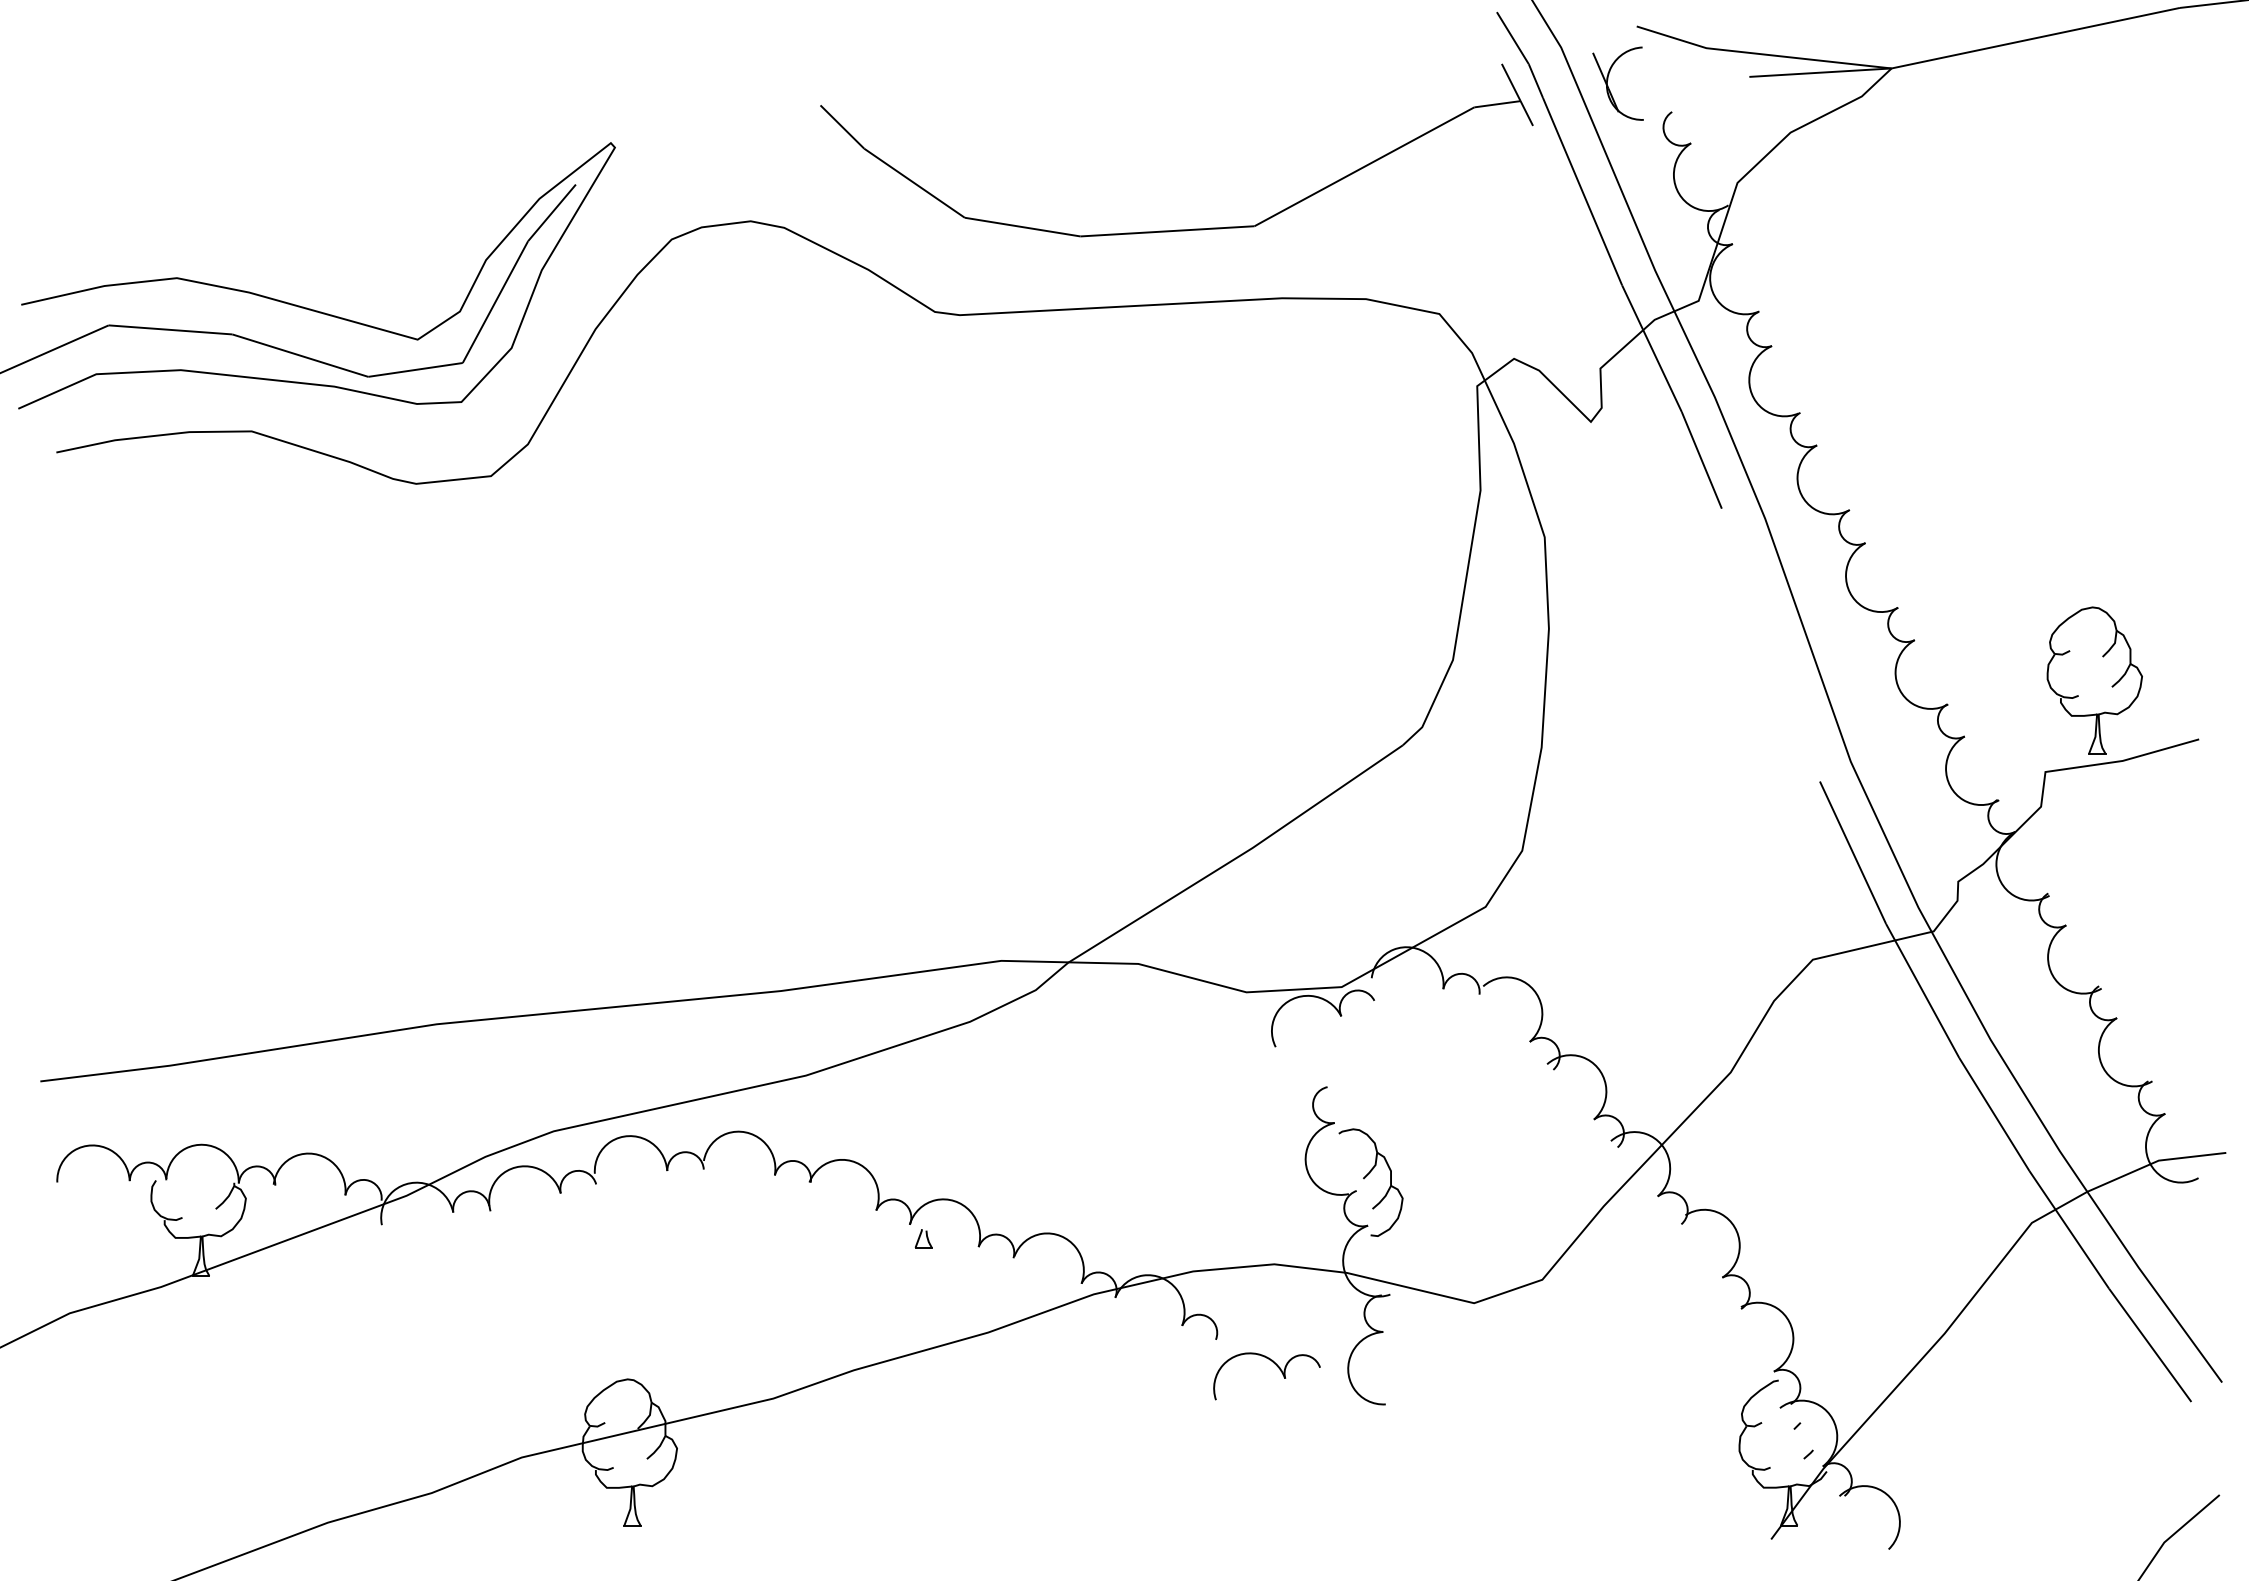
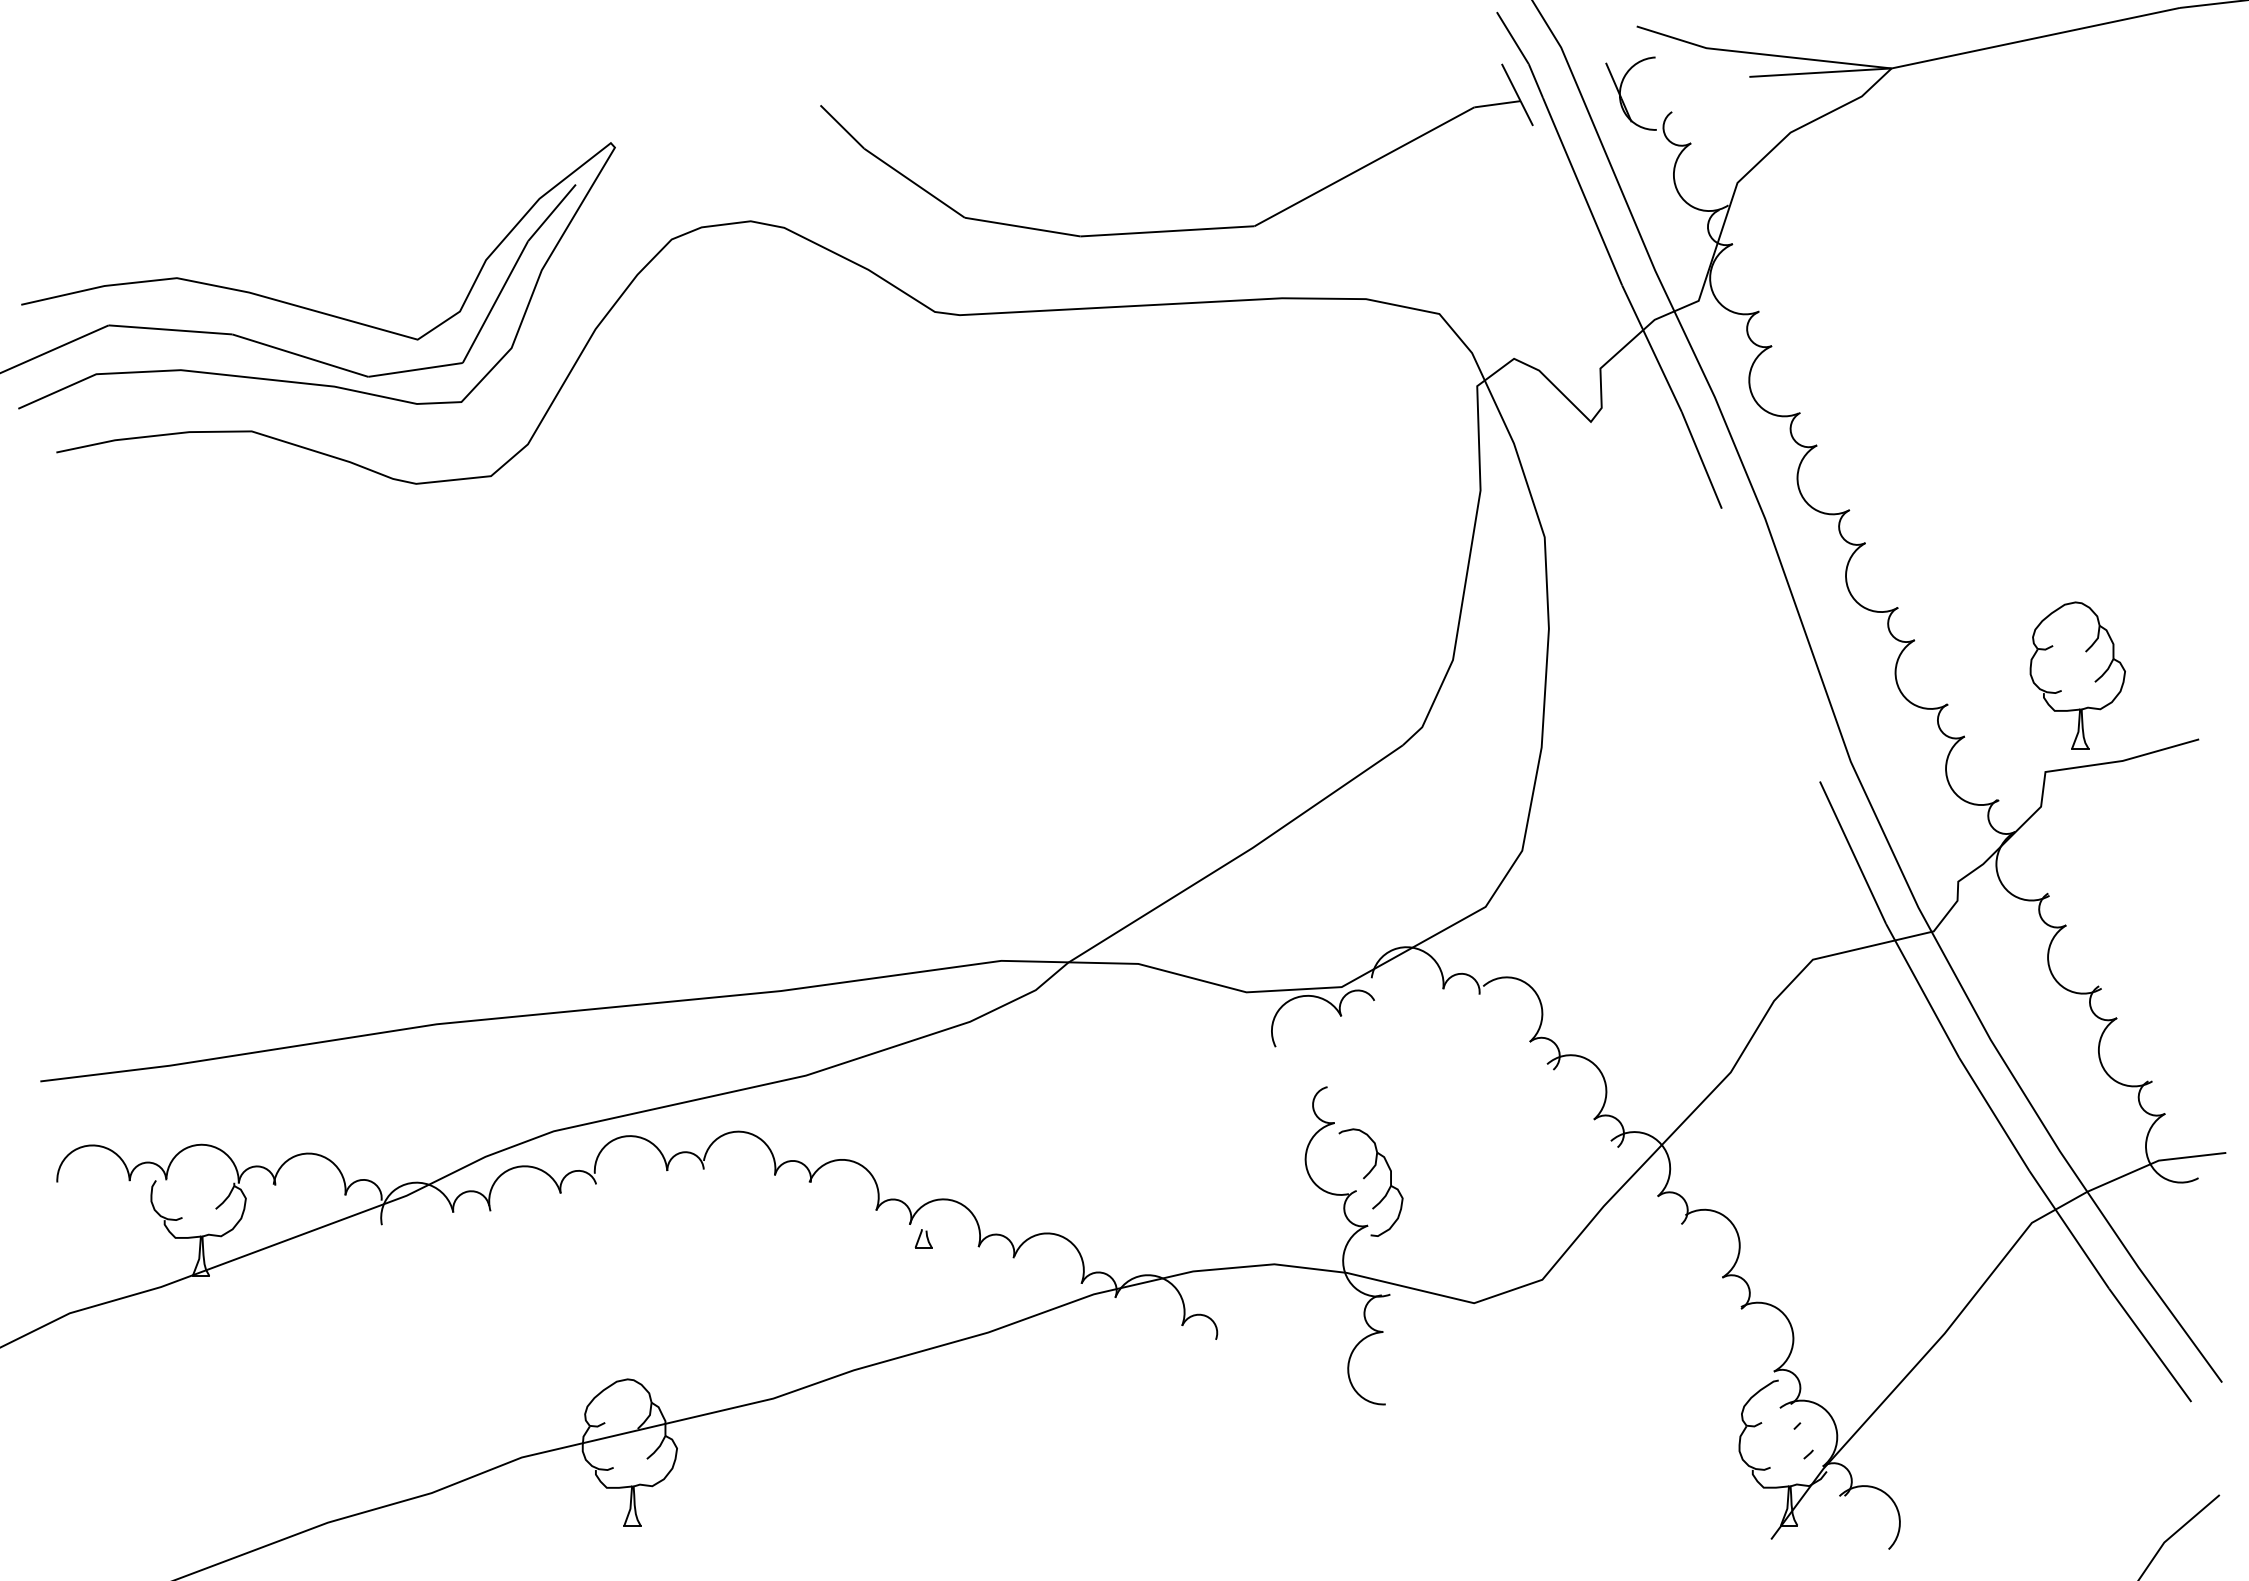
part at (1608, 85) position: (1608, 85) -> (1621, 95)
part at (2094, 680) position: (2094, 680) -> (2077, 675)
part at (1276, 1366): present -> none
